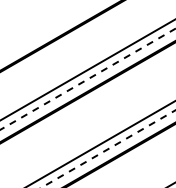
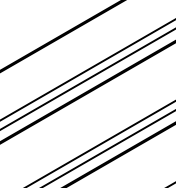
line at (88, 79): dashed -> solid
line at (108, 148): dashed -> solid
